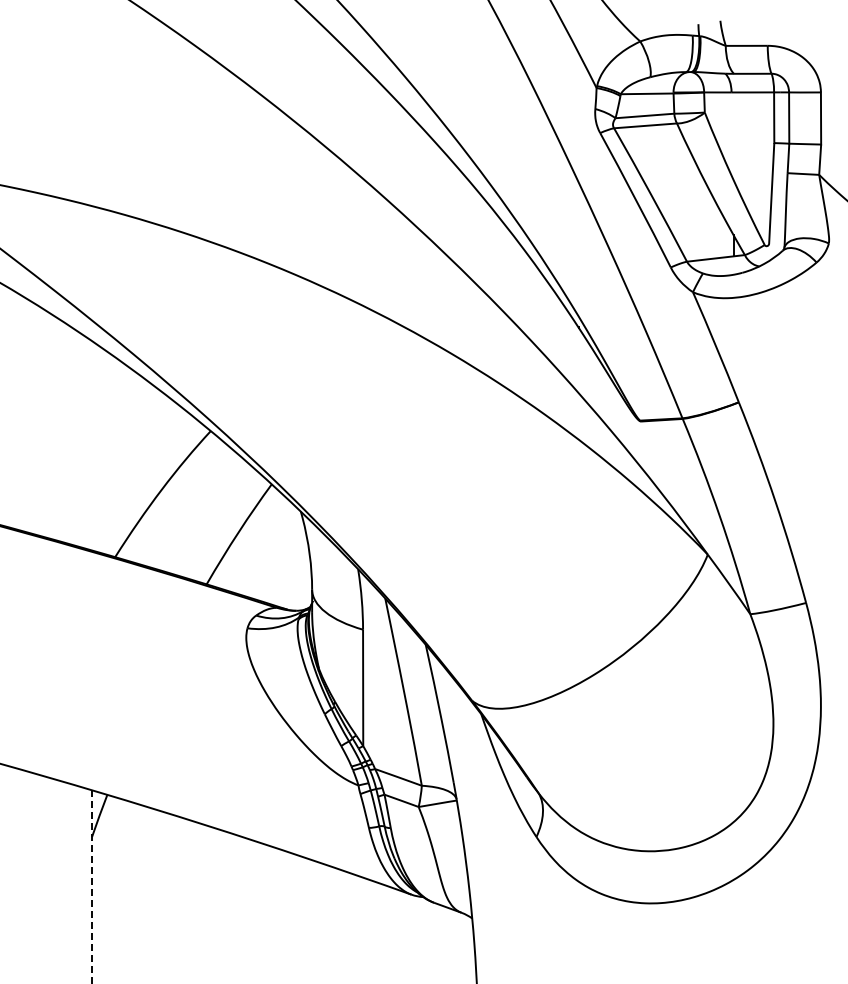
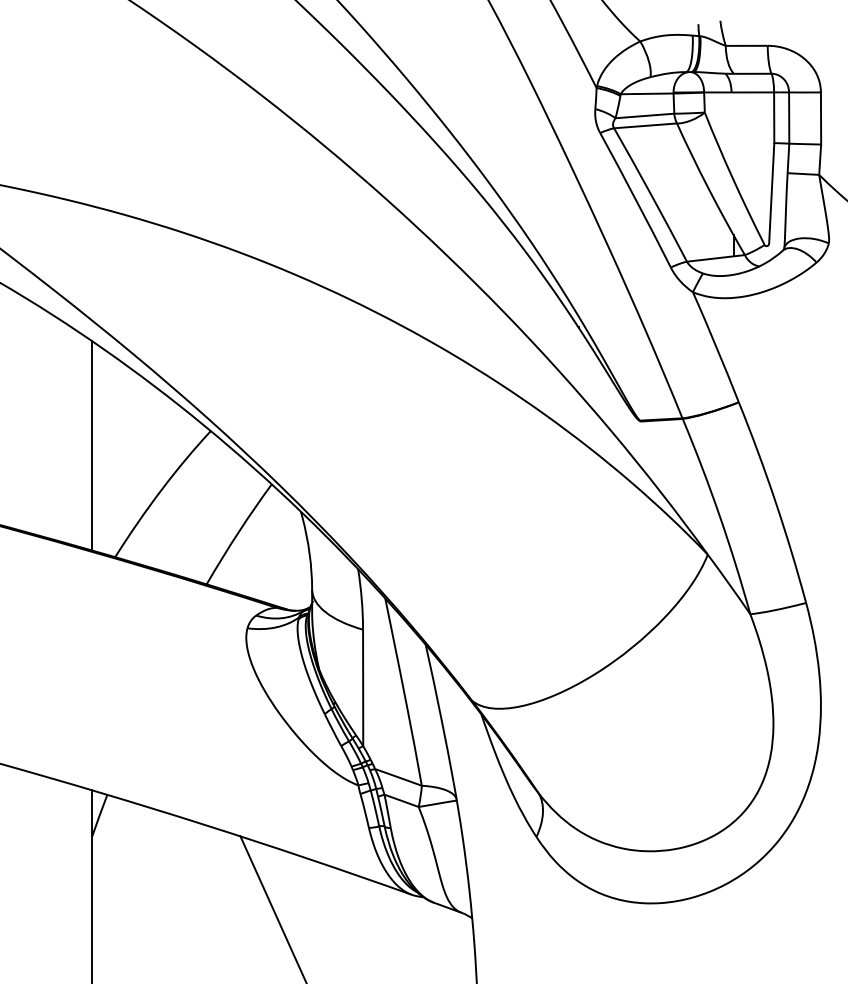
line at (92, 445): none -> present
line at (92, 887): dashed -> solid
line at (272, 908): none -> present
